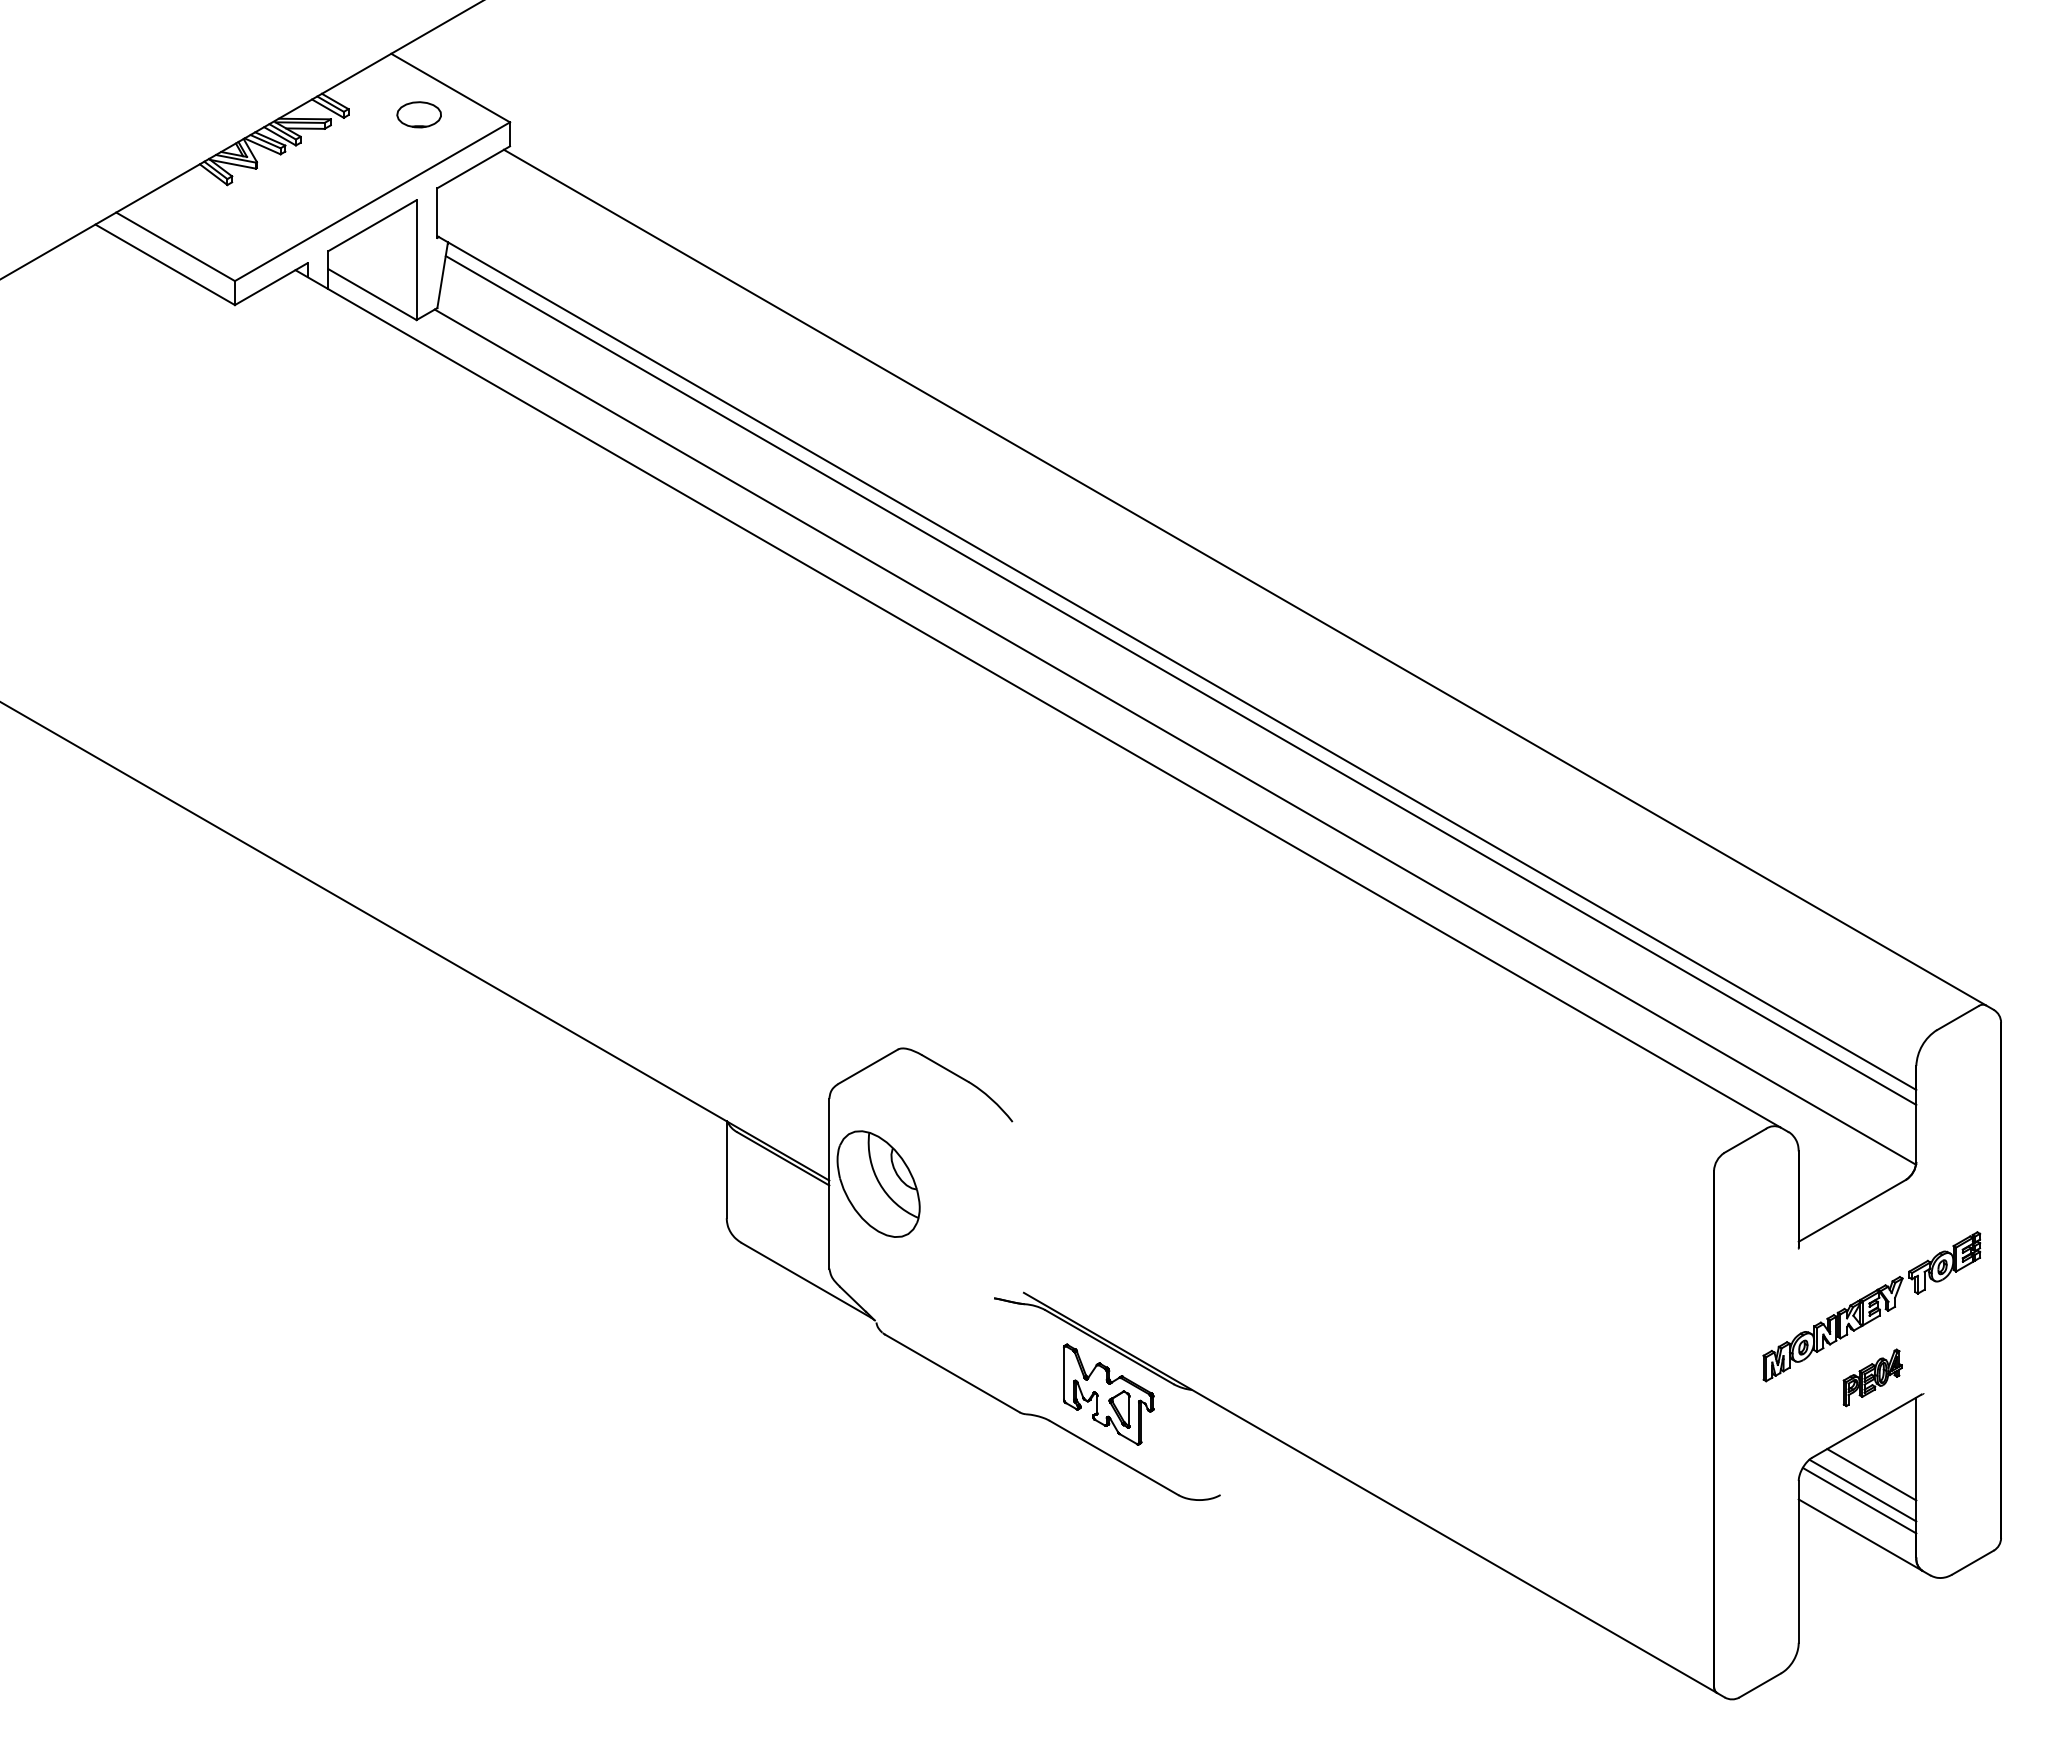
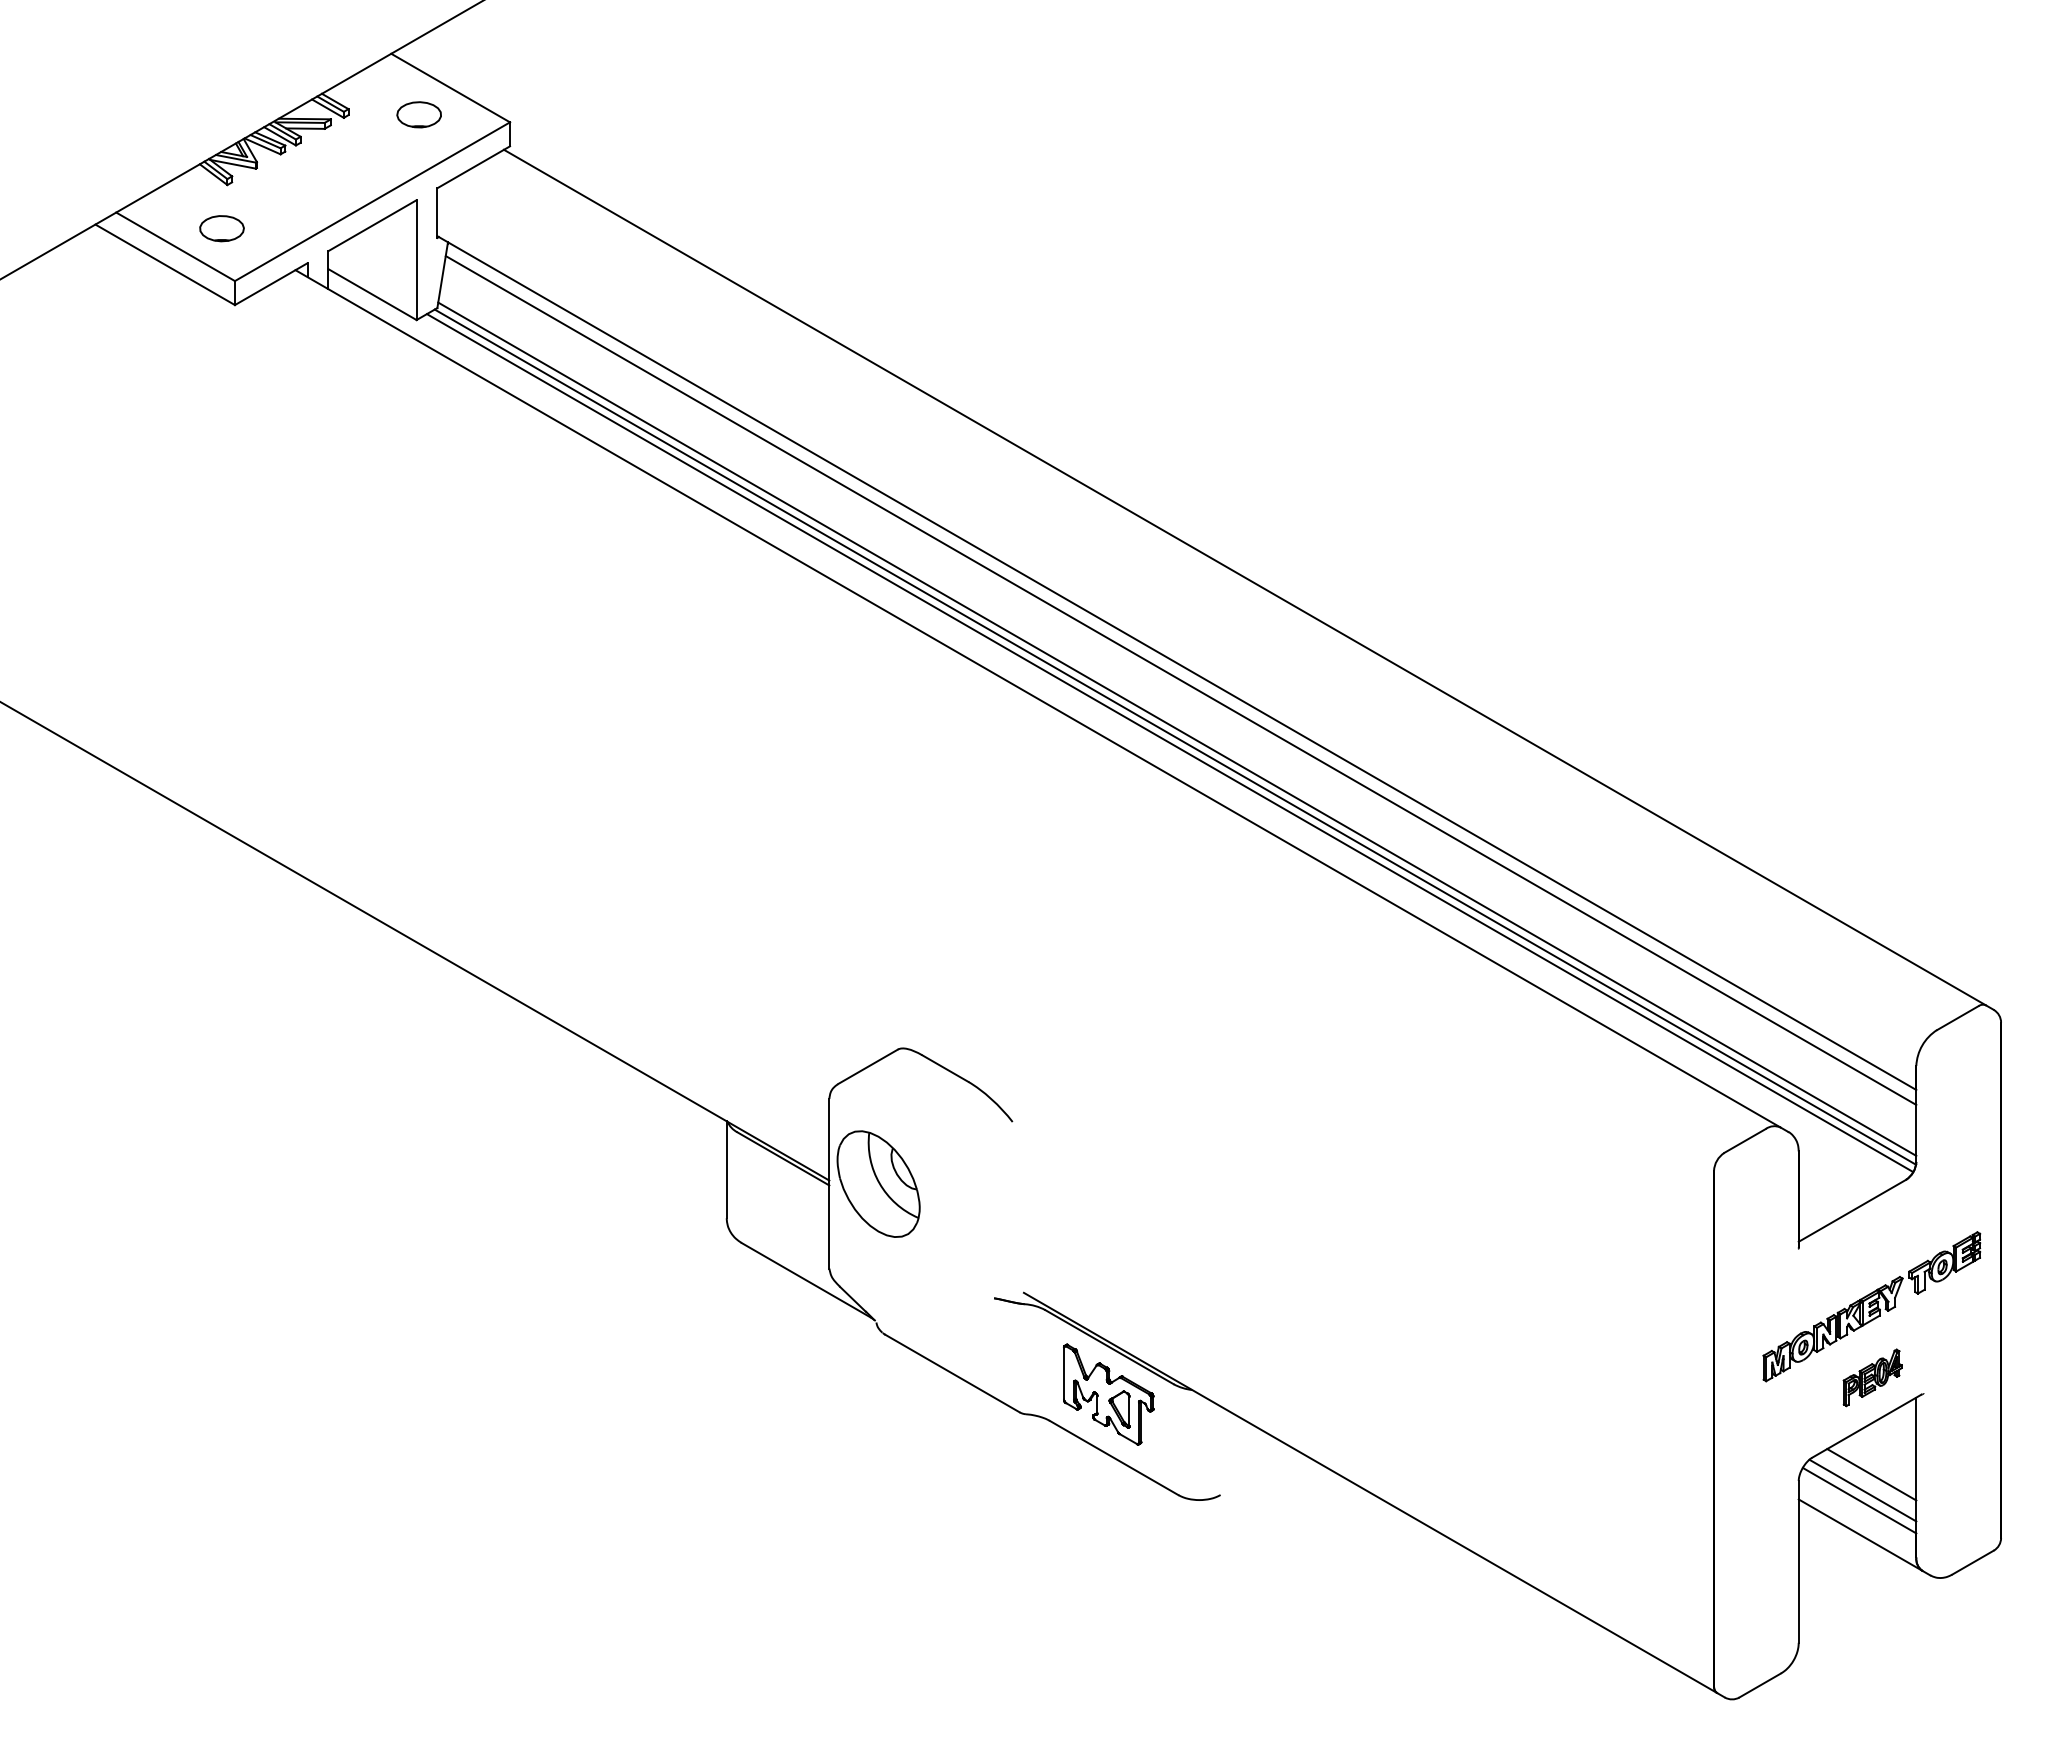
part at (221, 228): none -> present
line at (1177, 728): none -> present
line at (1169, 743): none -> present
